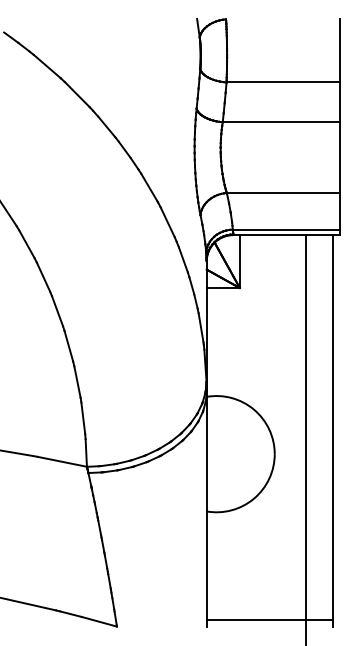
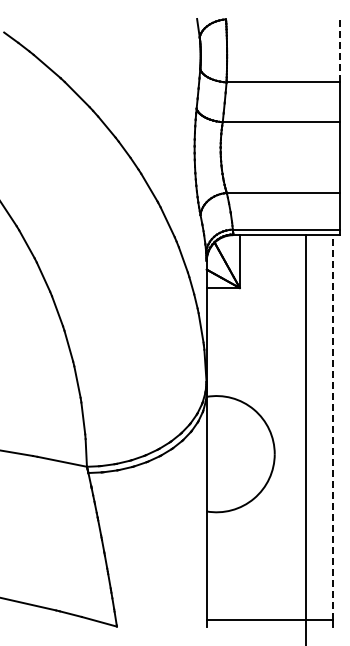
line at (339, 50): solid -> dashed
line at (332, 427): solid -> dashed
